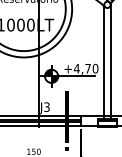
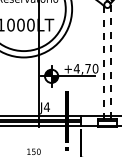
line at (110, 62): solid -> dashed
line at (104, 63): solid -> dashed
text at (46, 107): J3 -> J4
